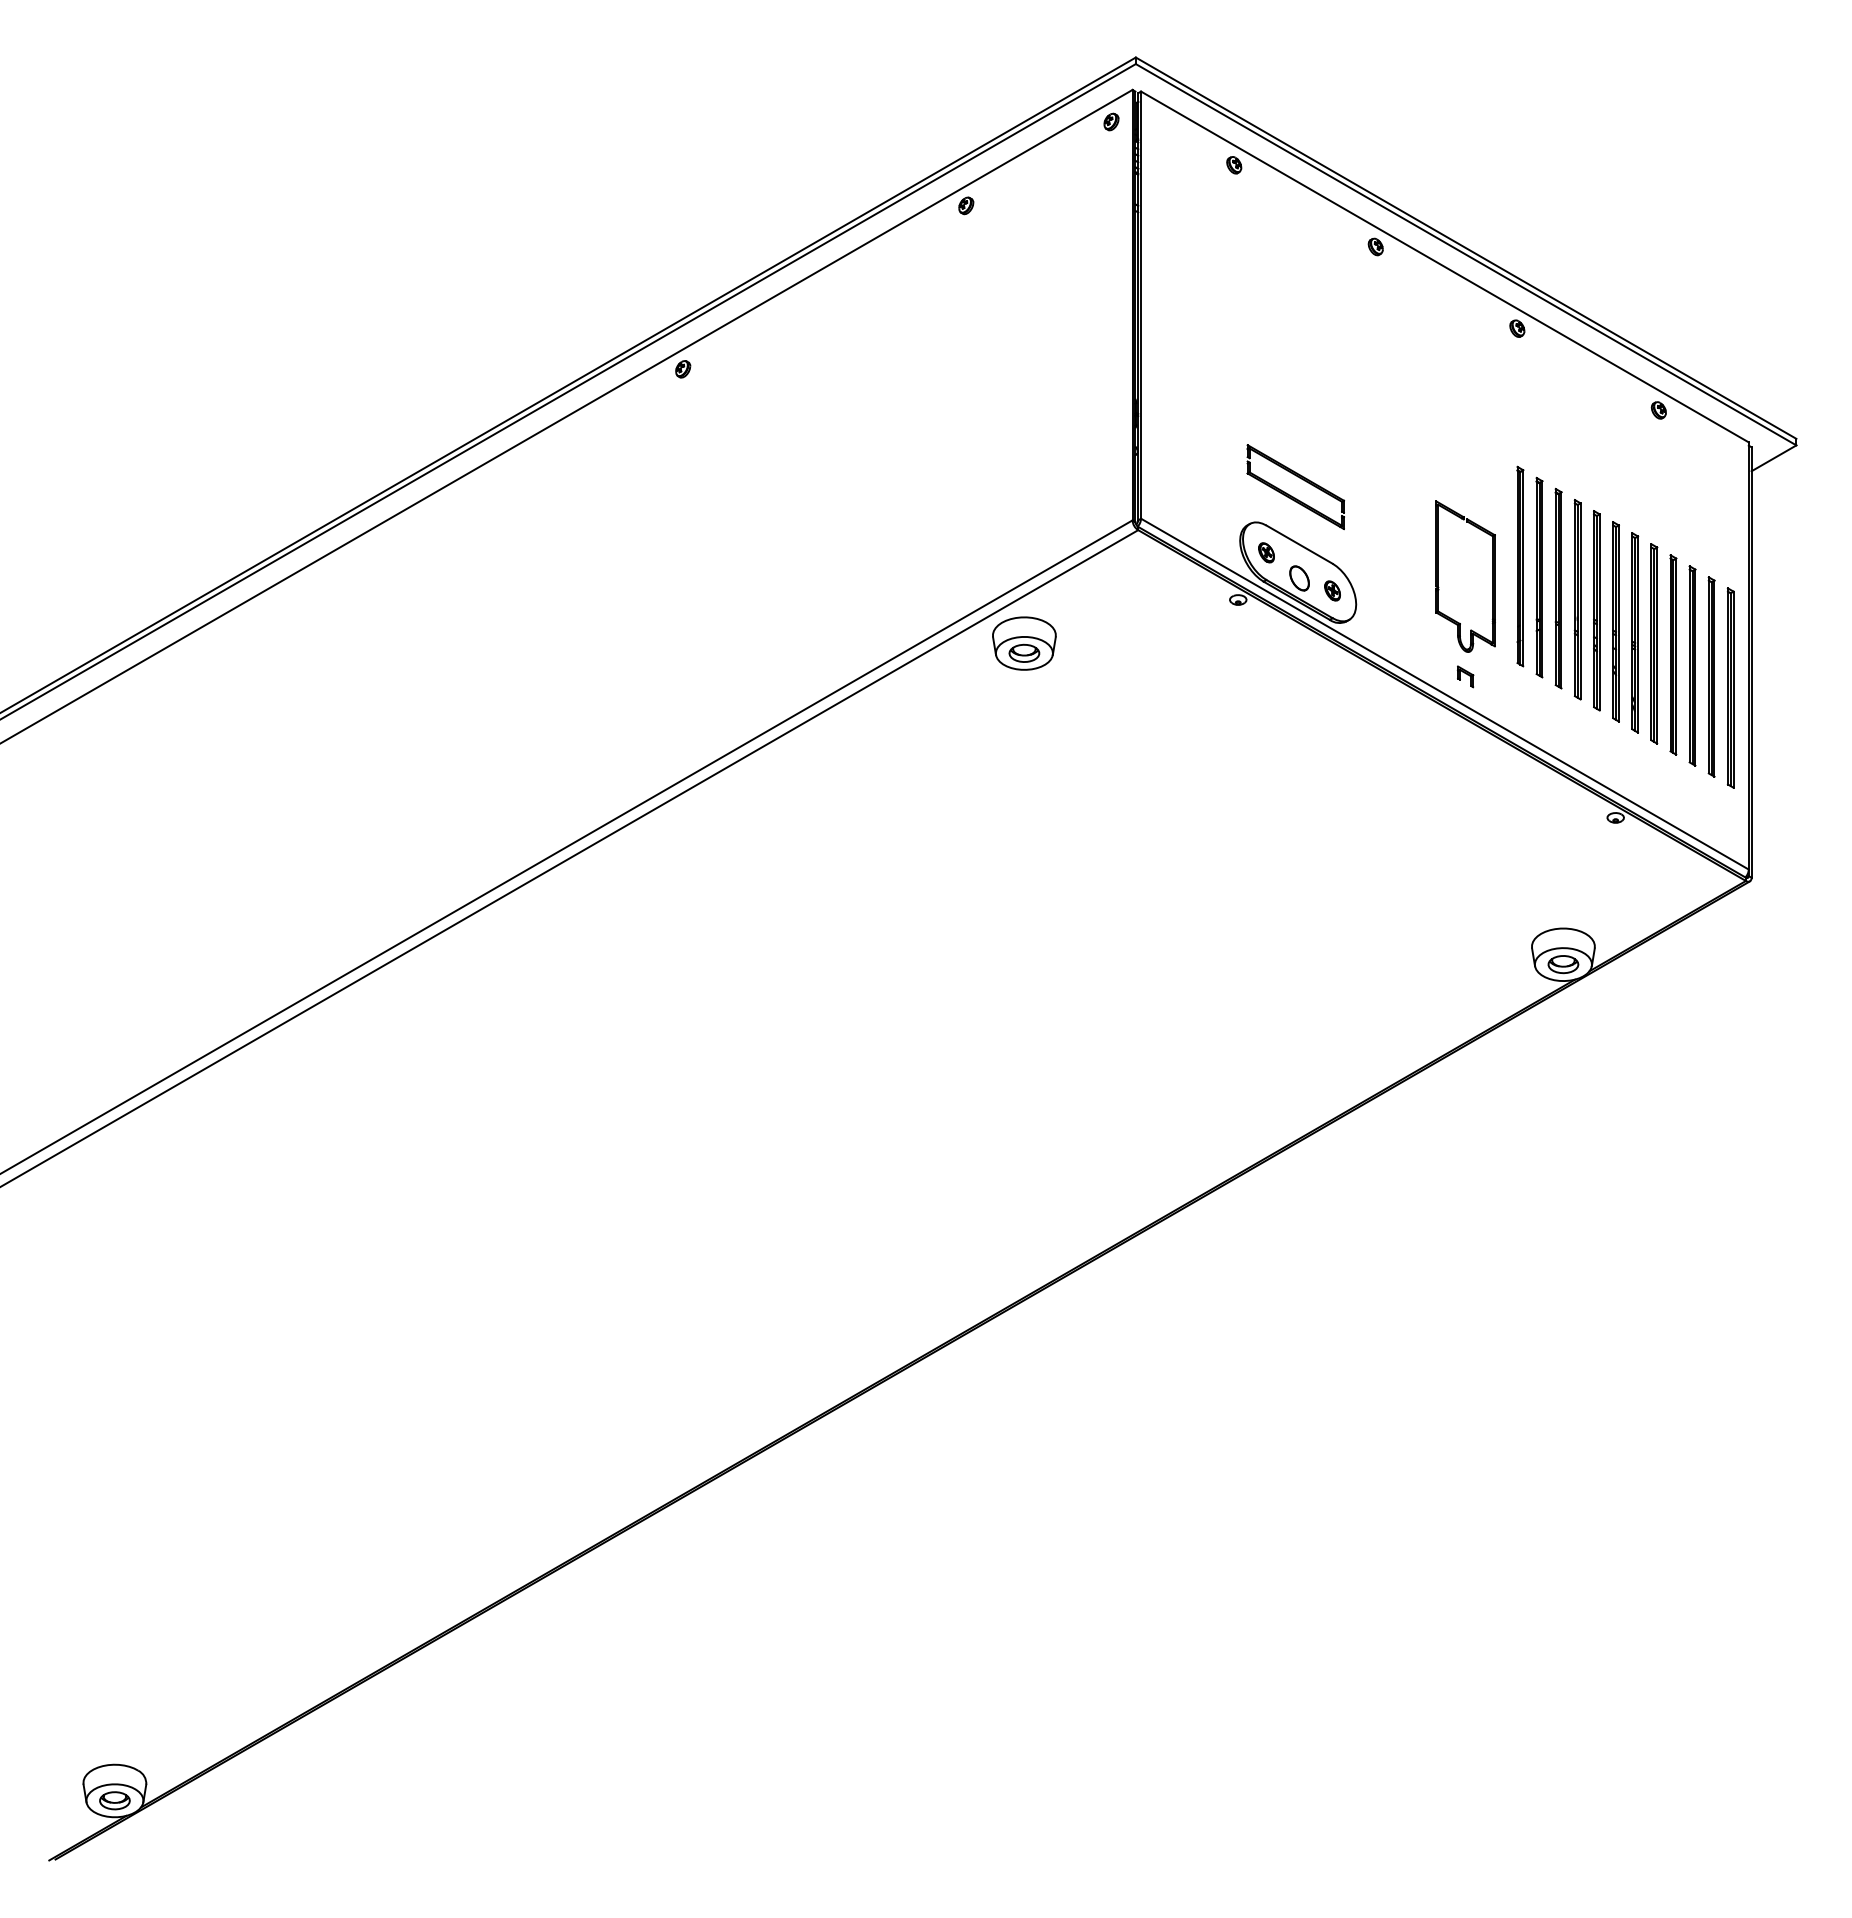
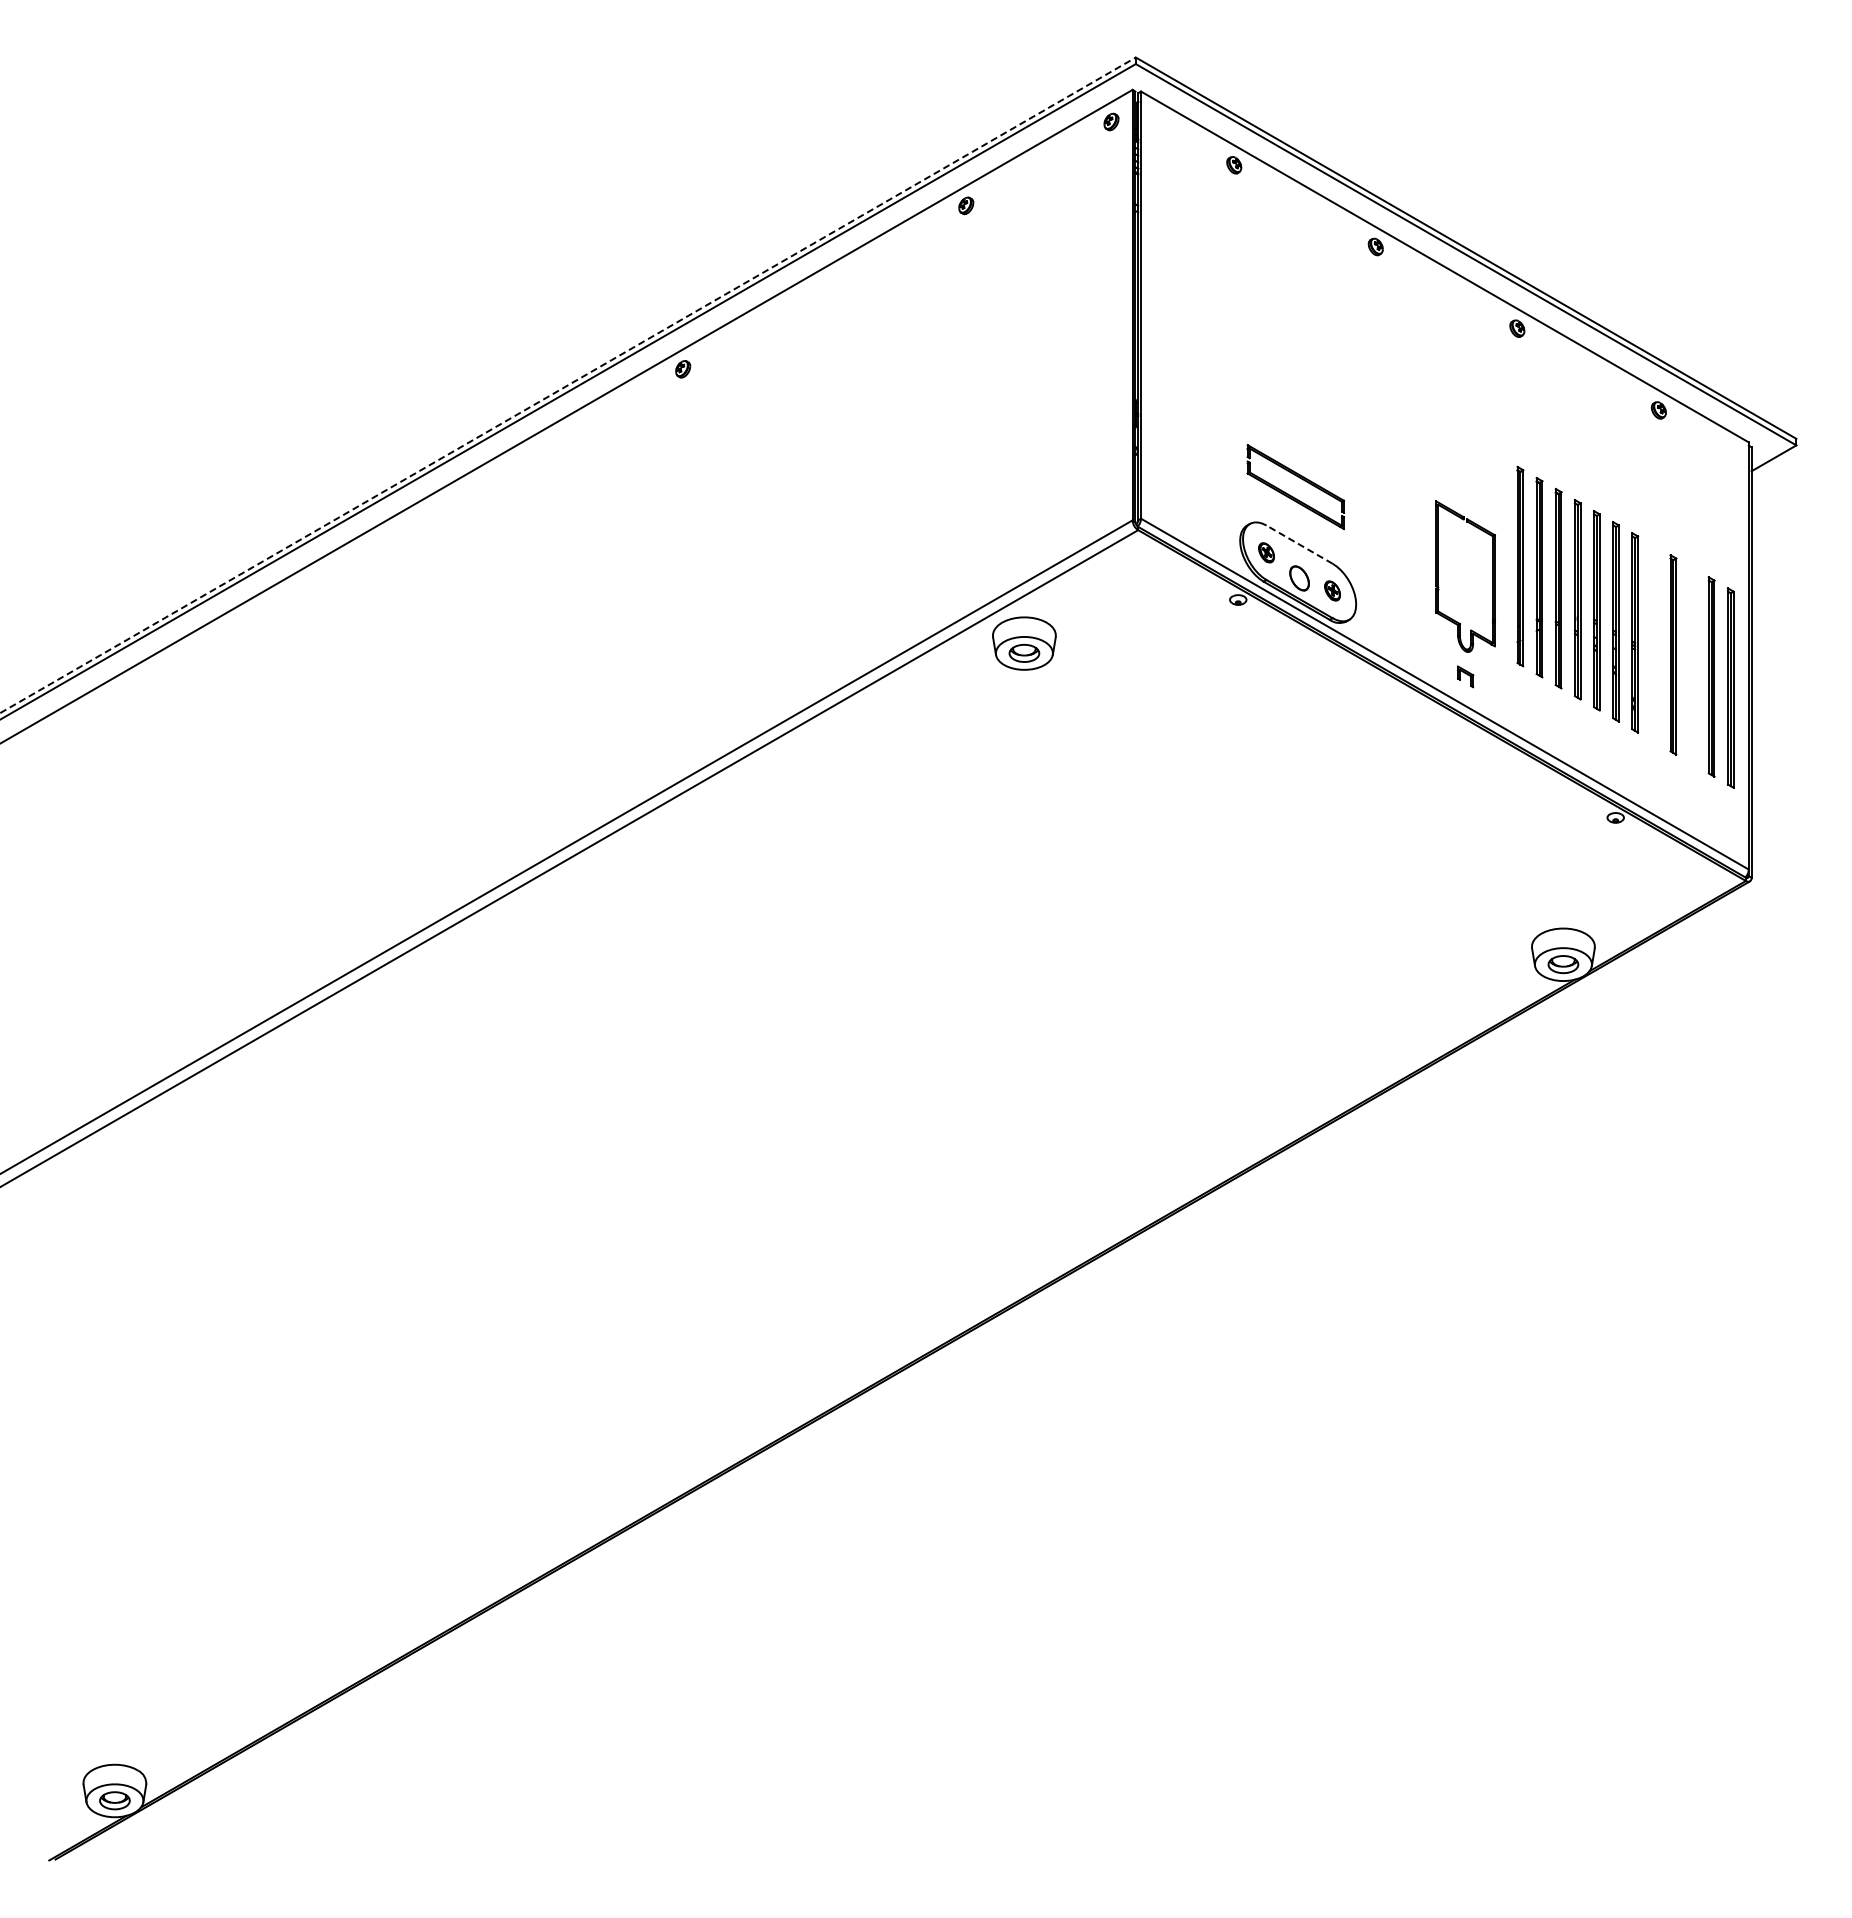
line at (567, 385): solid -> dashed
line at (1299, 544): solid -> dashed
part at (1654, 643): present -> none
part at (1692, 665): present -> none
